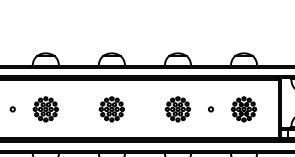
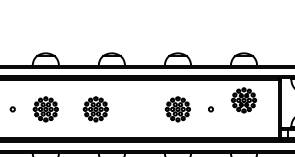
part at (111, 109) position: (111, 109) -> (95, 109)
part at (244, 109) position: (244, 109) -> (244, 100)
